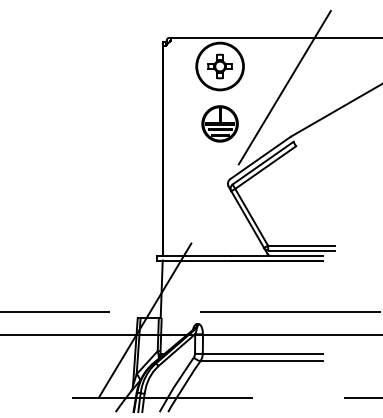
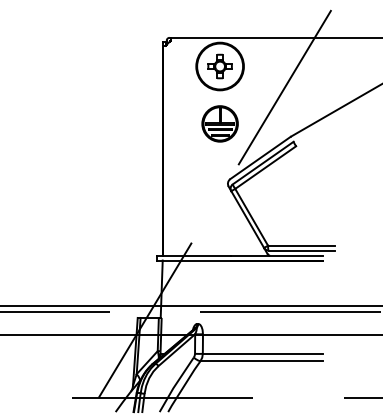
line at (190, 305): none -> present
